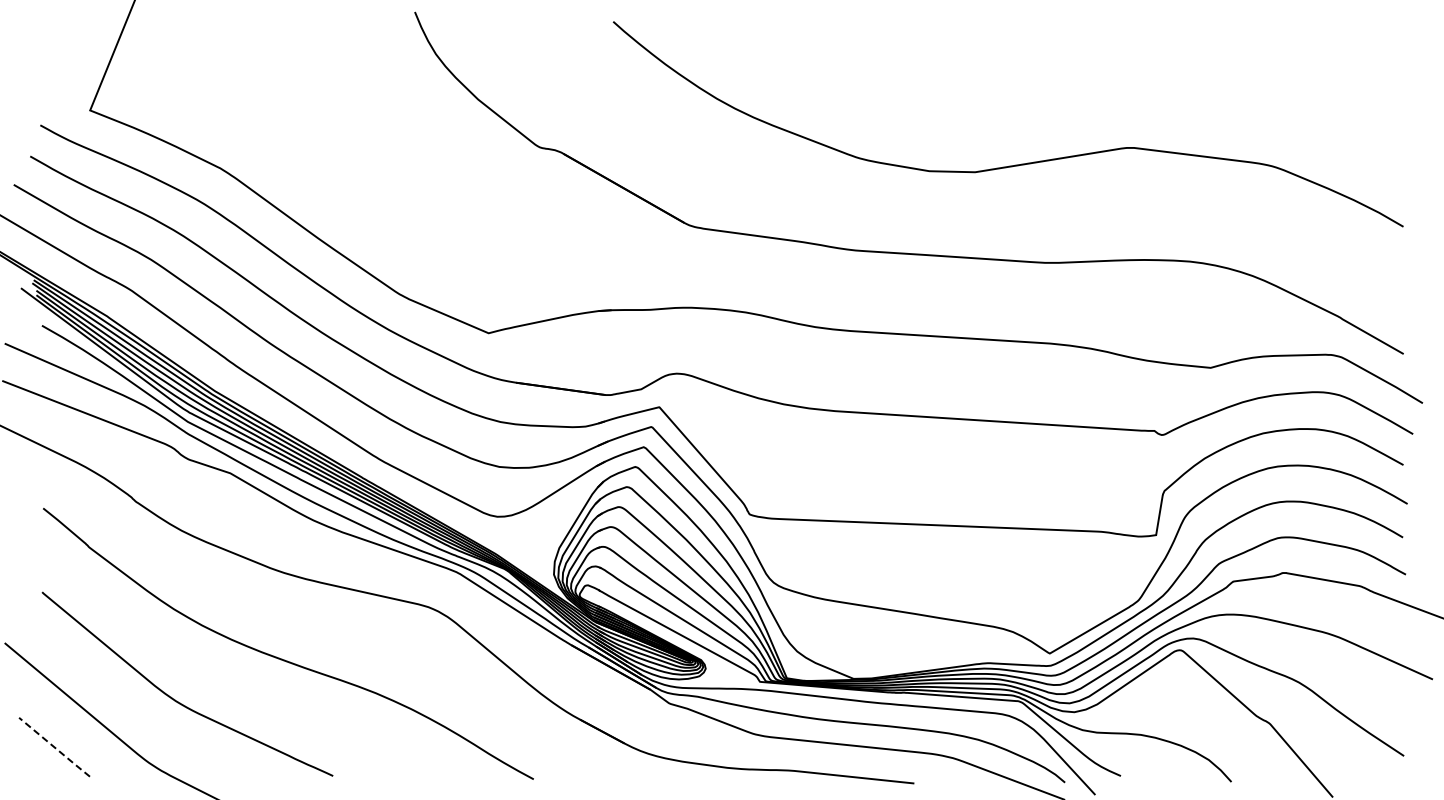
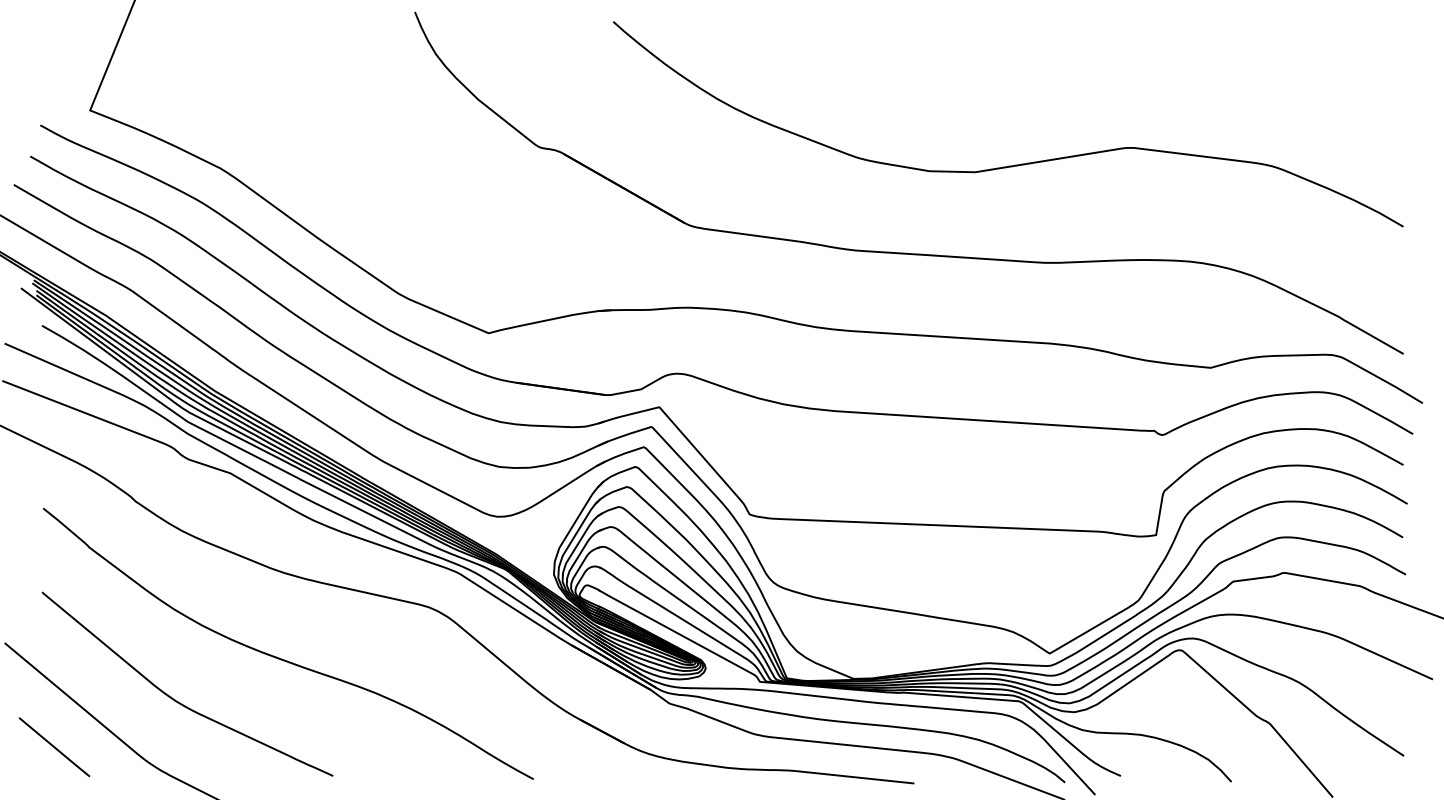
line at (54, 747): dashed -> solid
